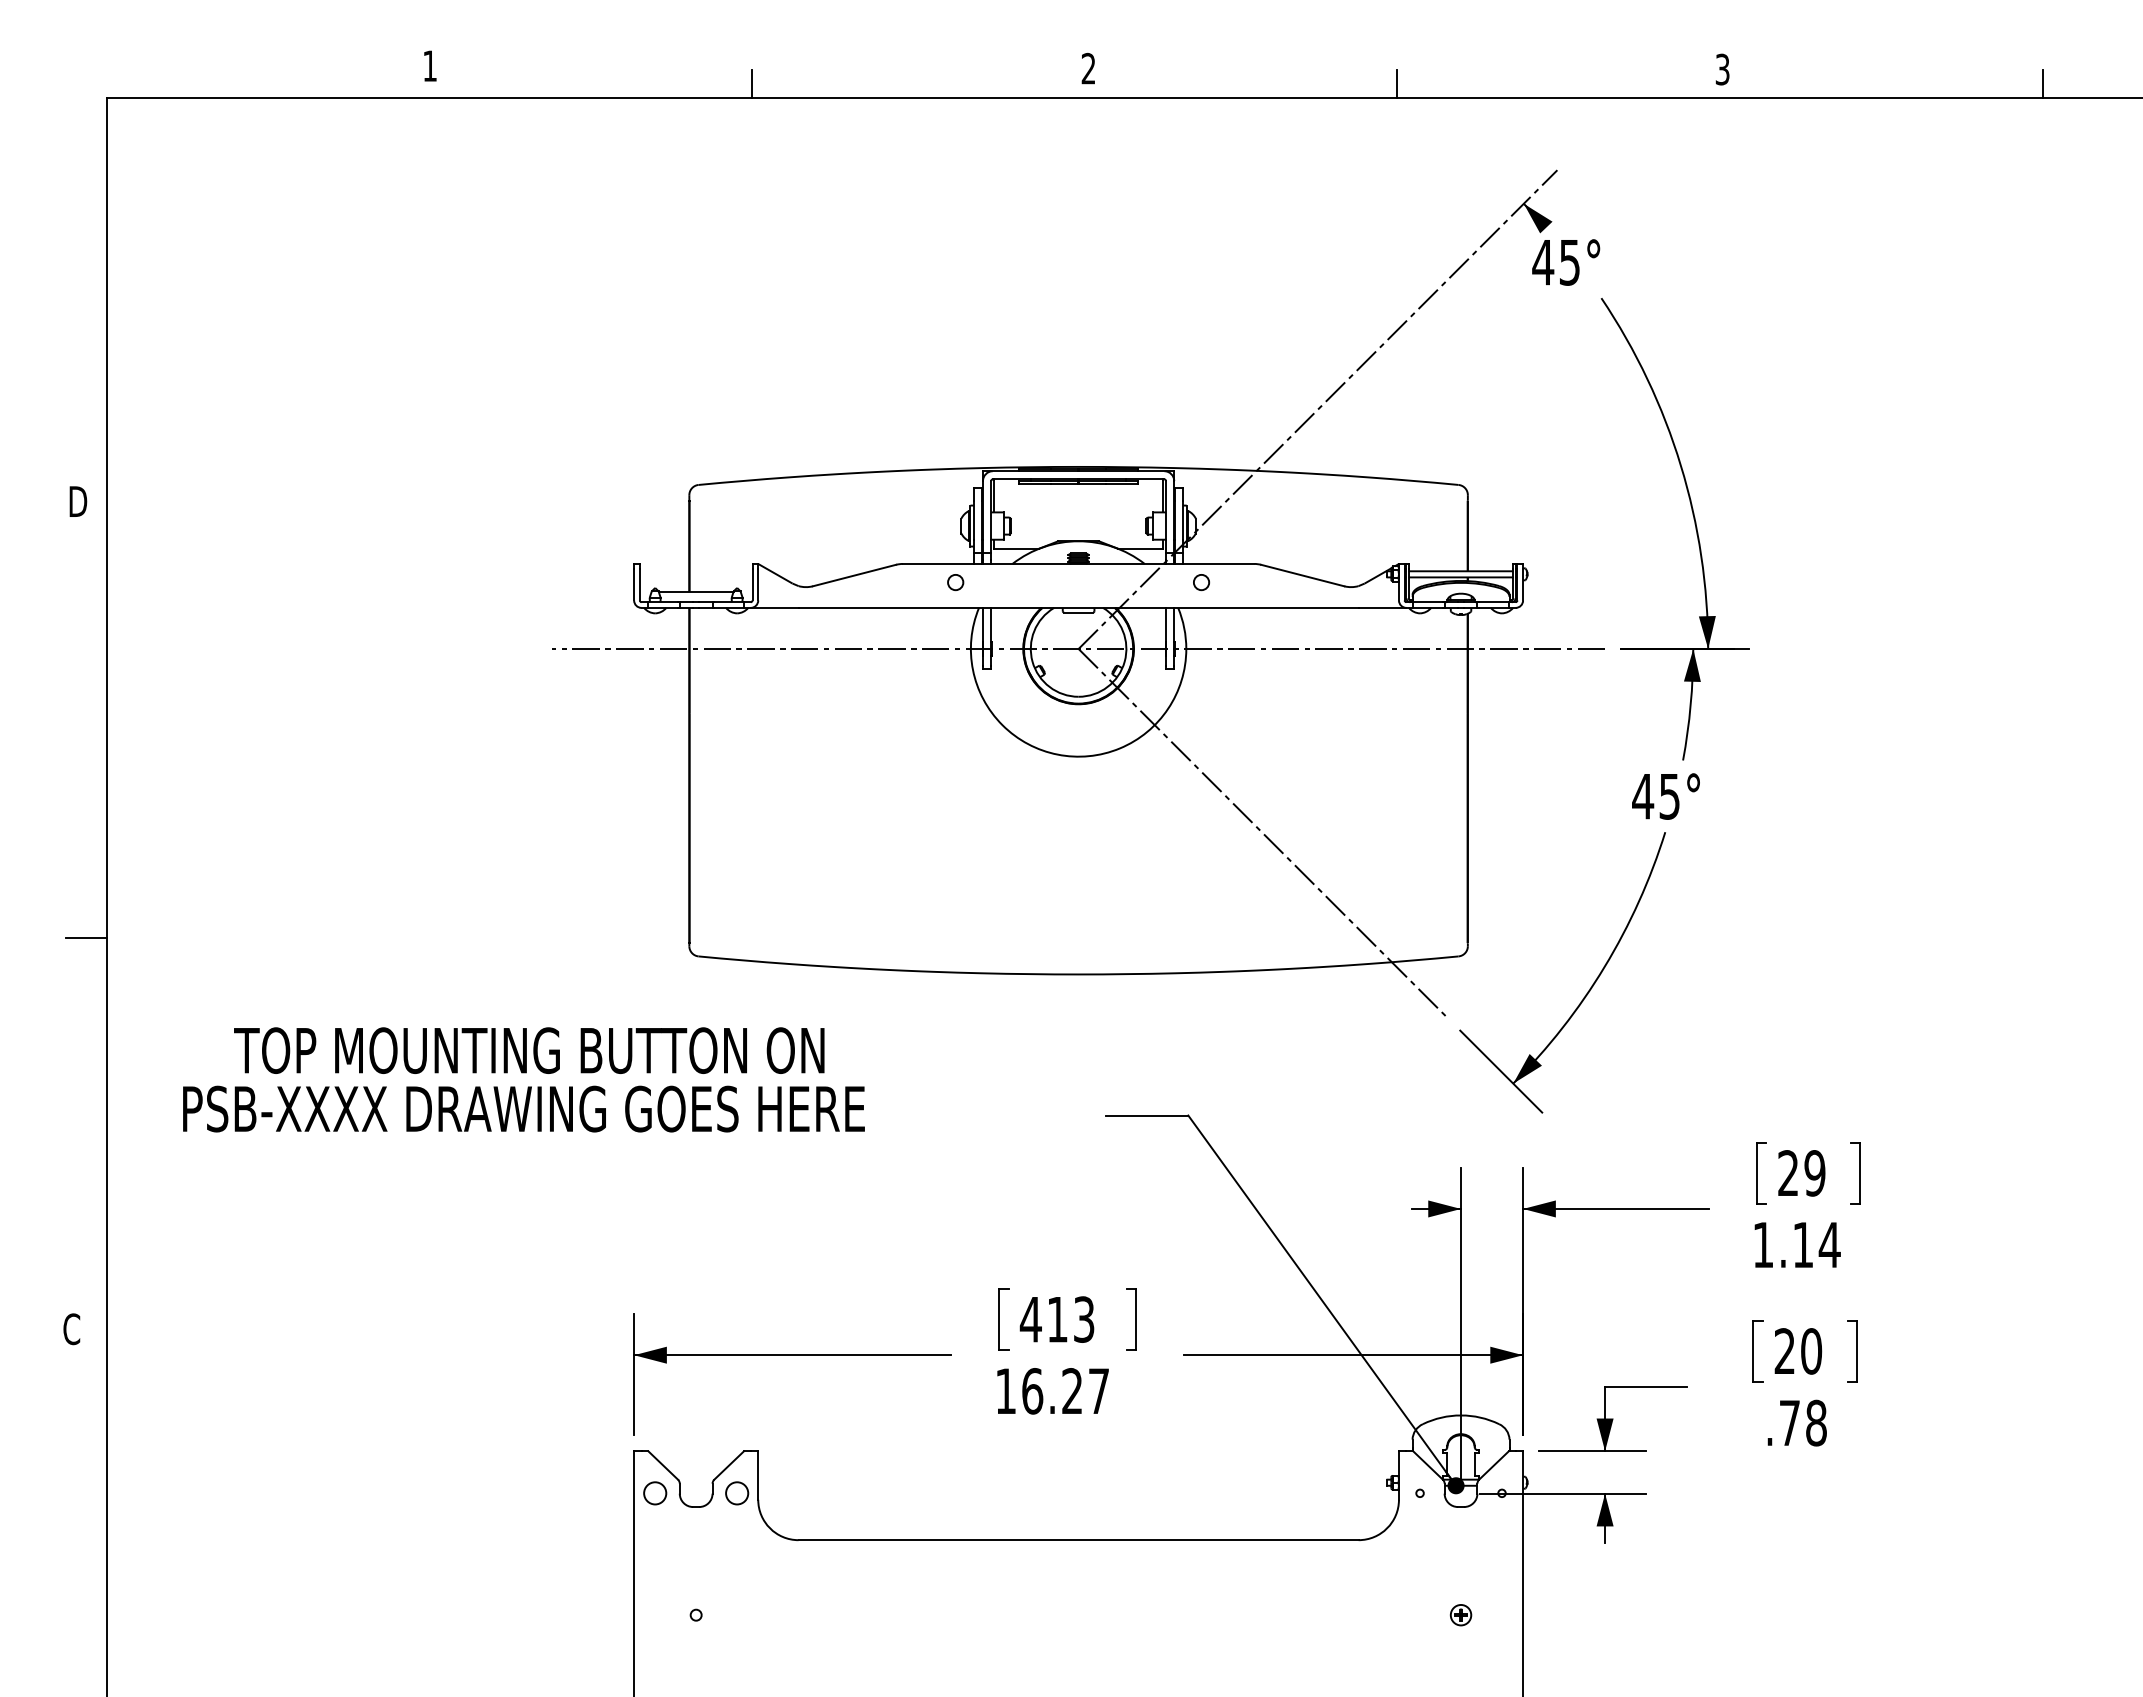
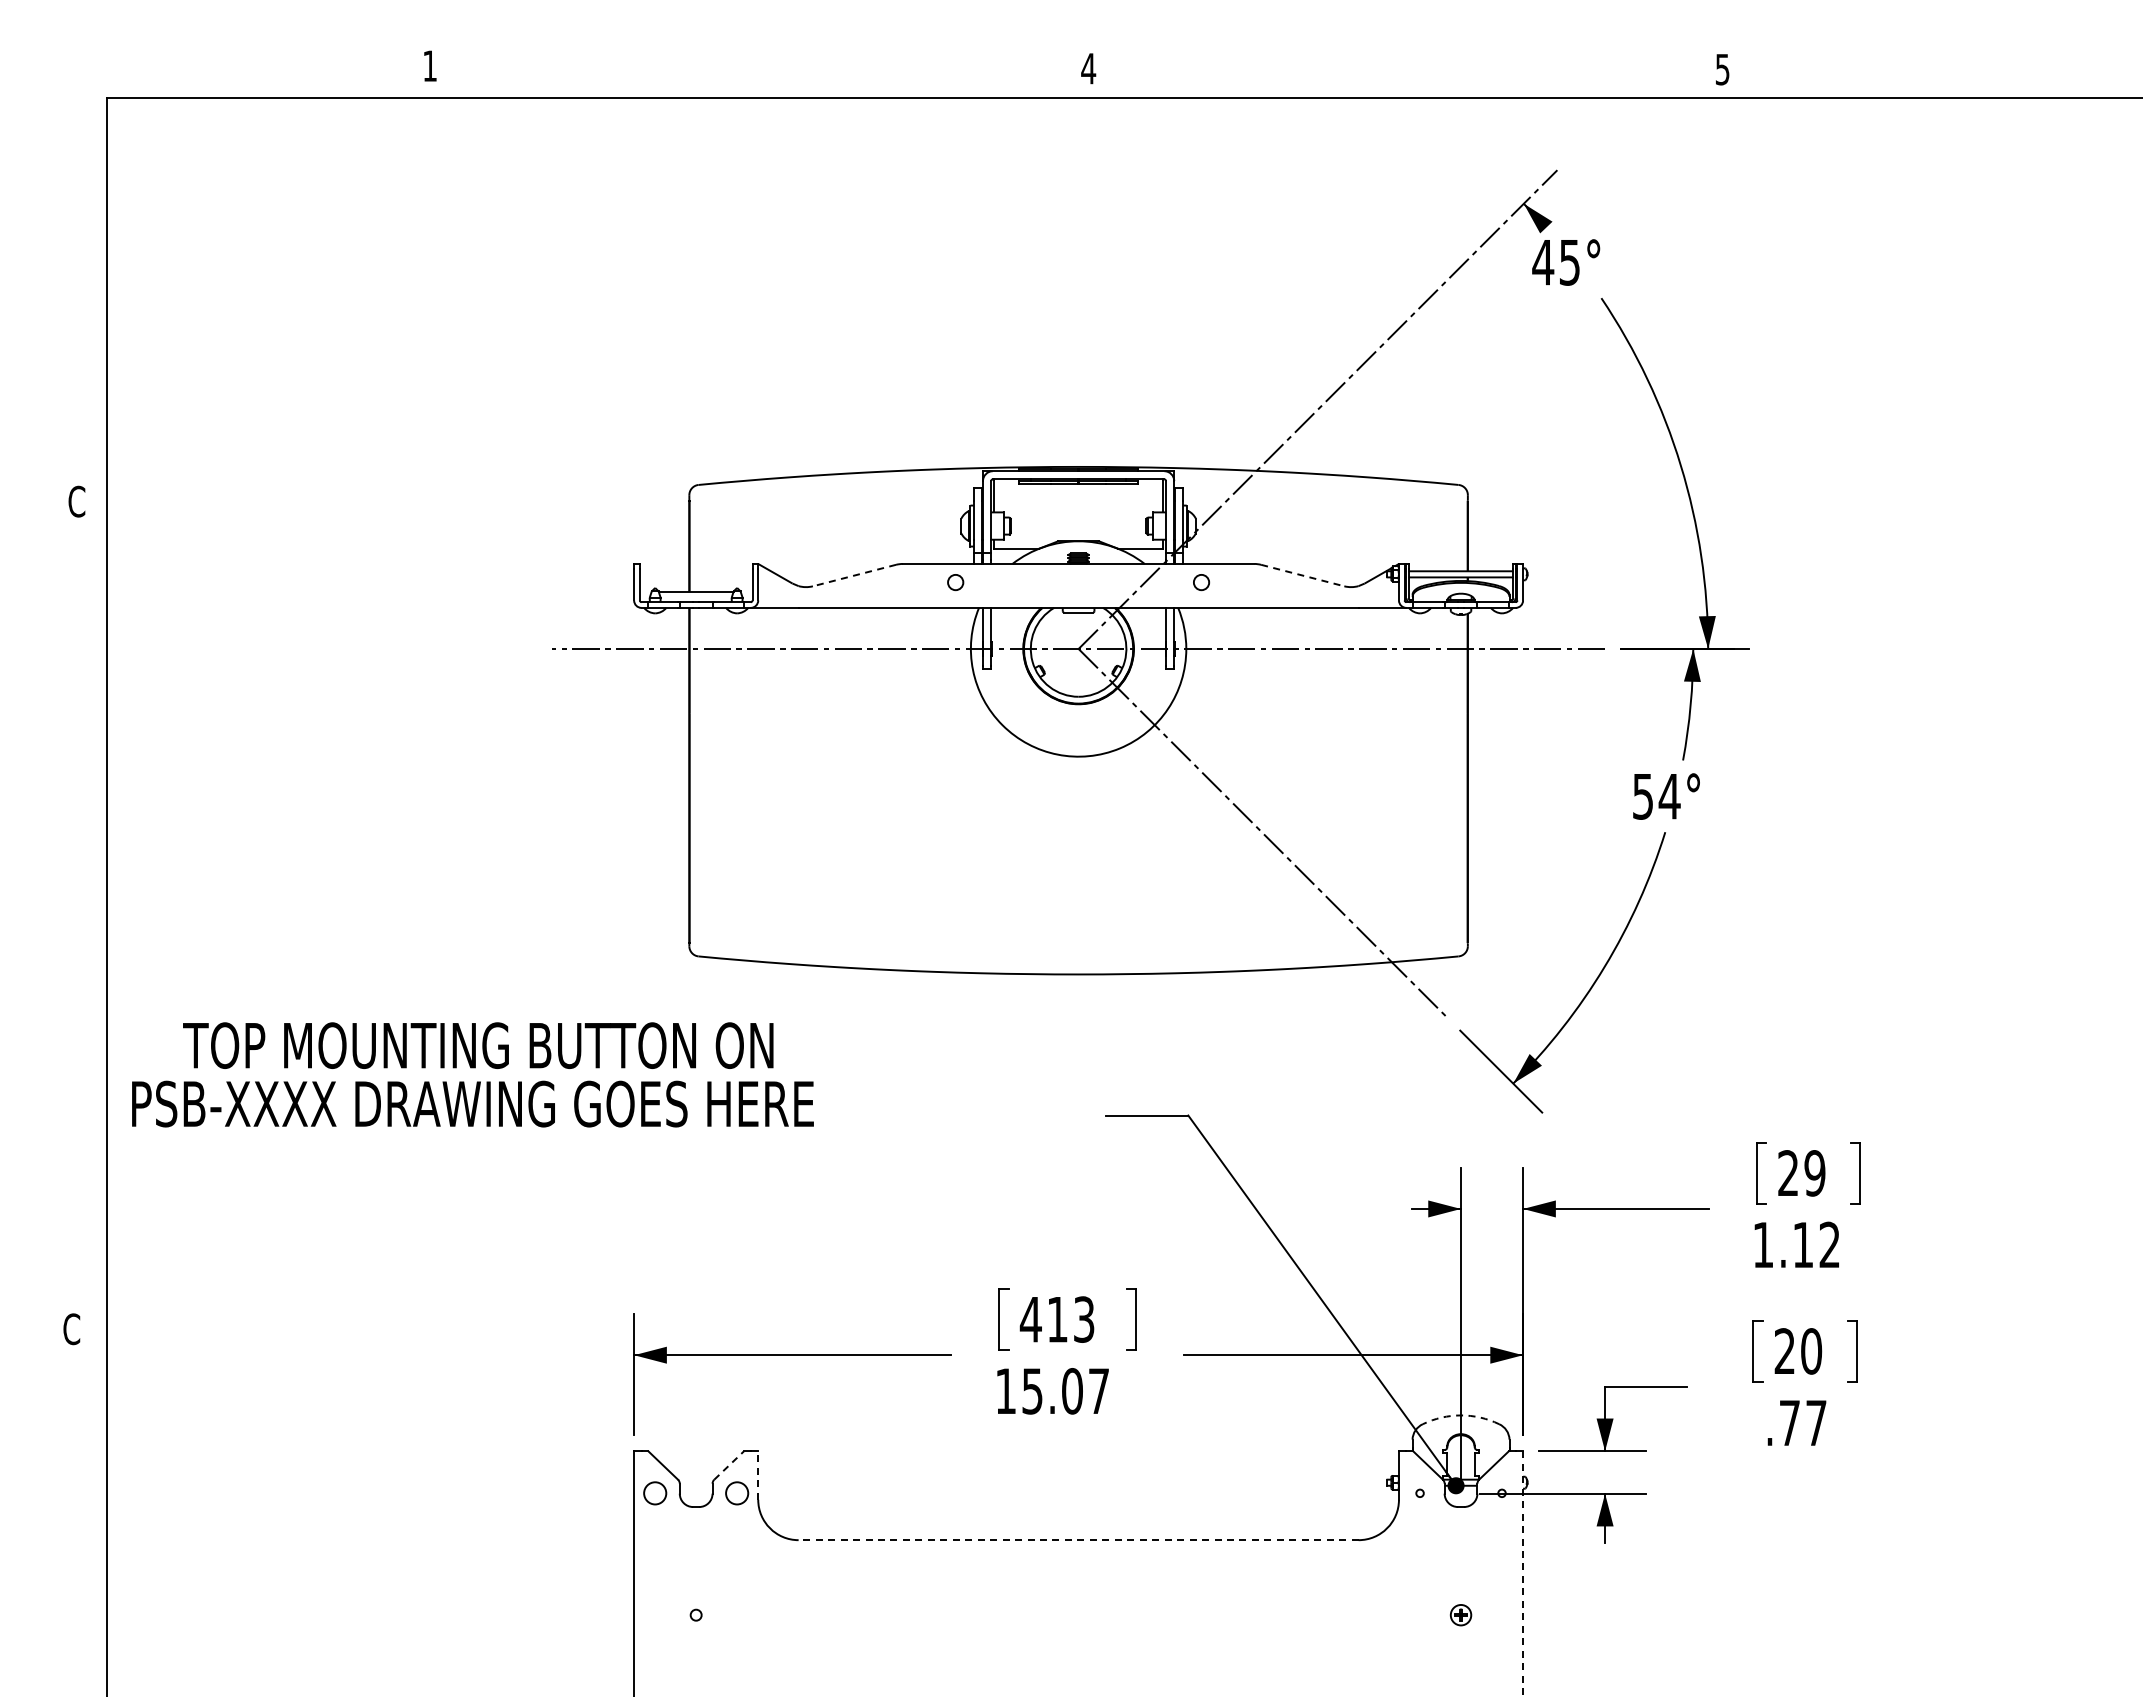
text at (1088, 68): 2 -> 4
text at (1722, 68): 3 -> 5
line at (751, 84): present -> none
line at (1397, 84): present -> none
line at (2042, 84): present -> none
text at (77, 501): D -> C
line at (854, 575): solid -> dashed
line at (1302, 575): solid -> dashed
text at (1656, 796): 45° -> 54°
line at (85, 938): present -> none
text at (523, 1079) position: (523, 1079) -> (472, 1074)
text at (1829, 1244): 1.14 -> 1.12
text at (1052, 1391): 16.27 -> 15.07
arc at (1461, 1415): solid -> dashed
text at (1816, 1422): .78 -> .77
line at (729, 1465): solid -> dashed
line at (758, 1475): solid -> dashed
line at (1078, 1540): solid -> dashed
line at (1523, 1574): solid -> dashed
